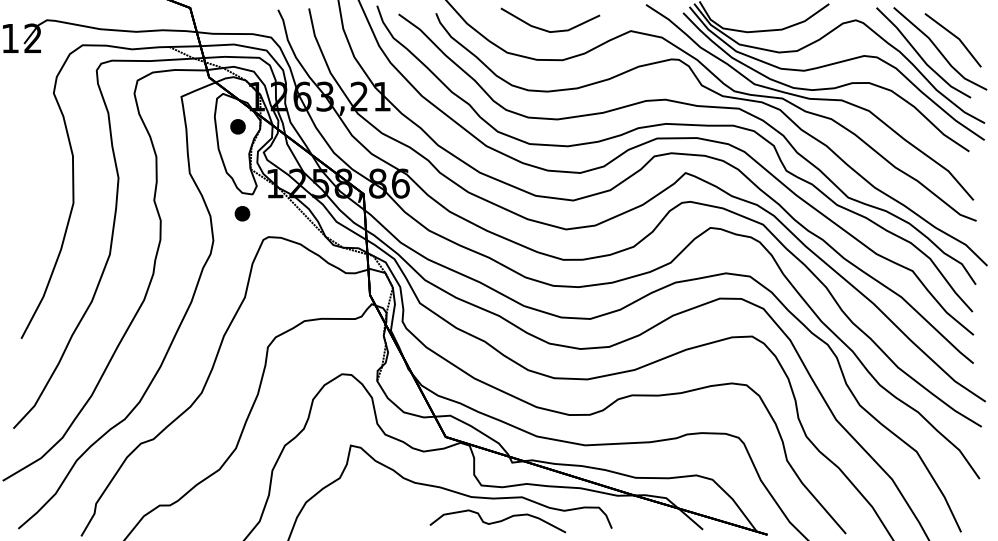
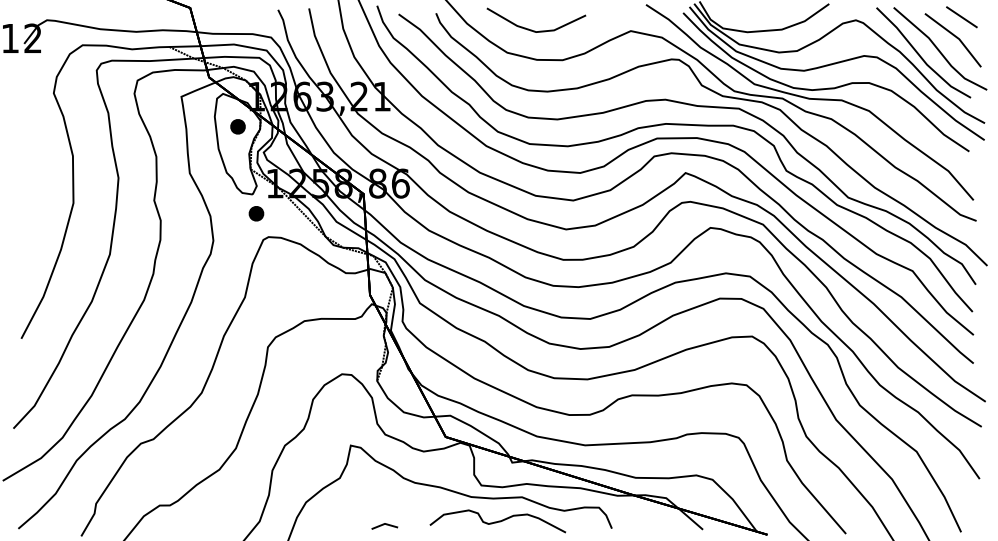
line at (961, 17): none -> present
line at (549, 30) position: (549, 30) -> (535, 30)
part at (242, 213) position: (242, 213) -> (256, 213)
line at (383, 525): none -> present
